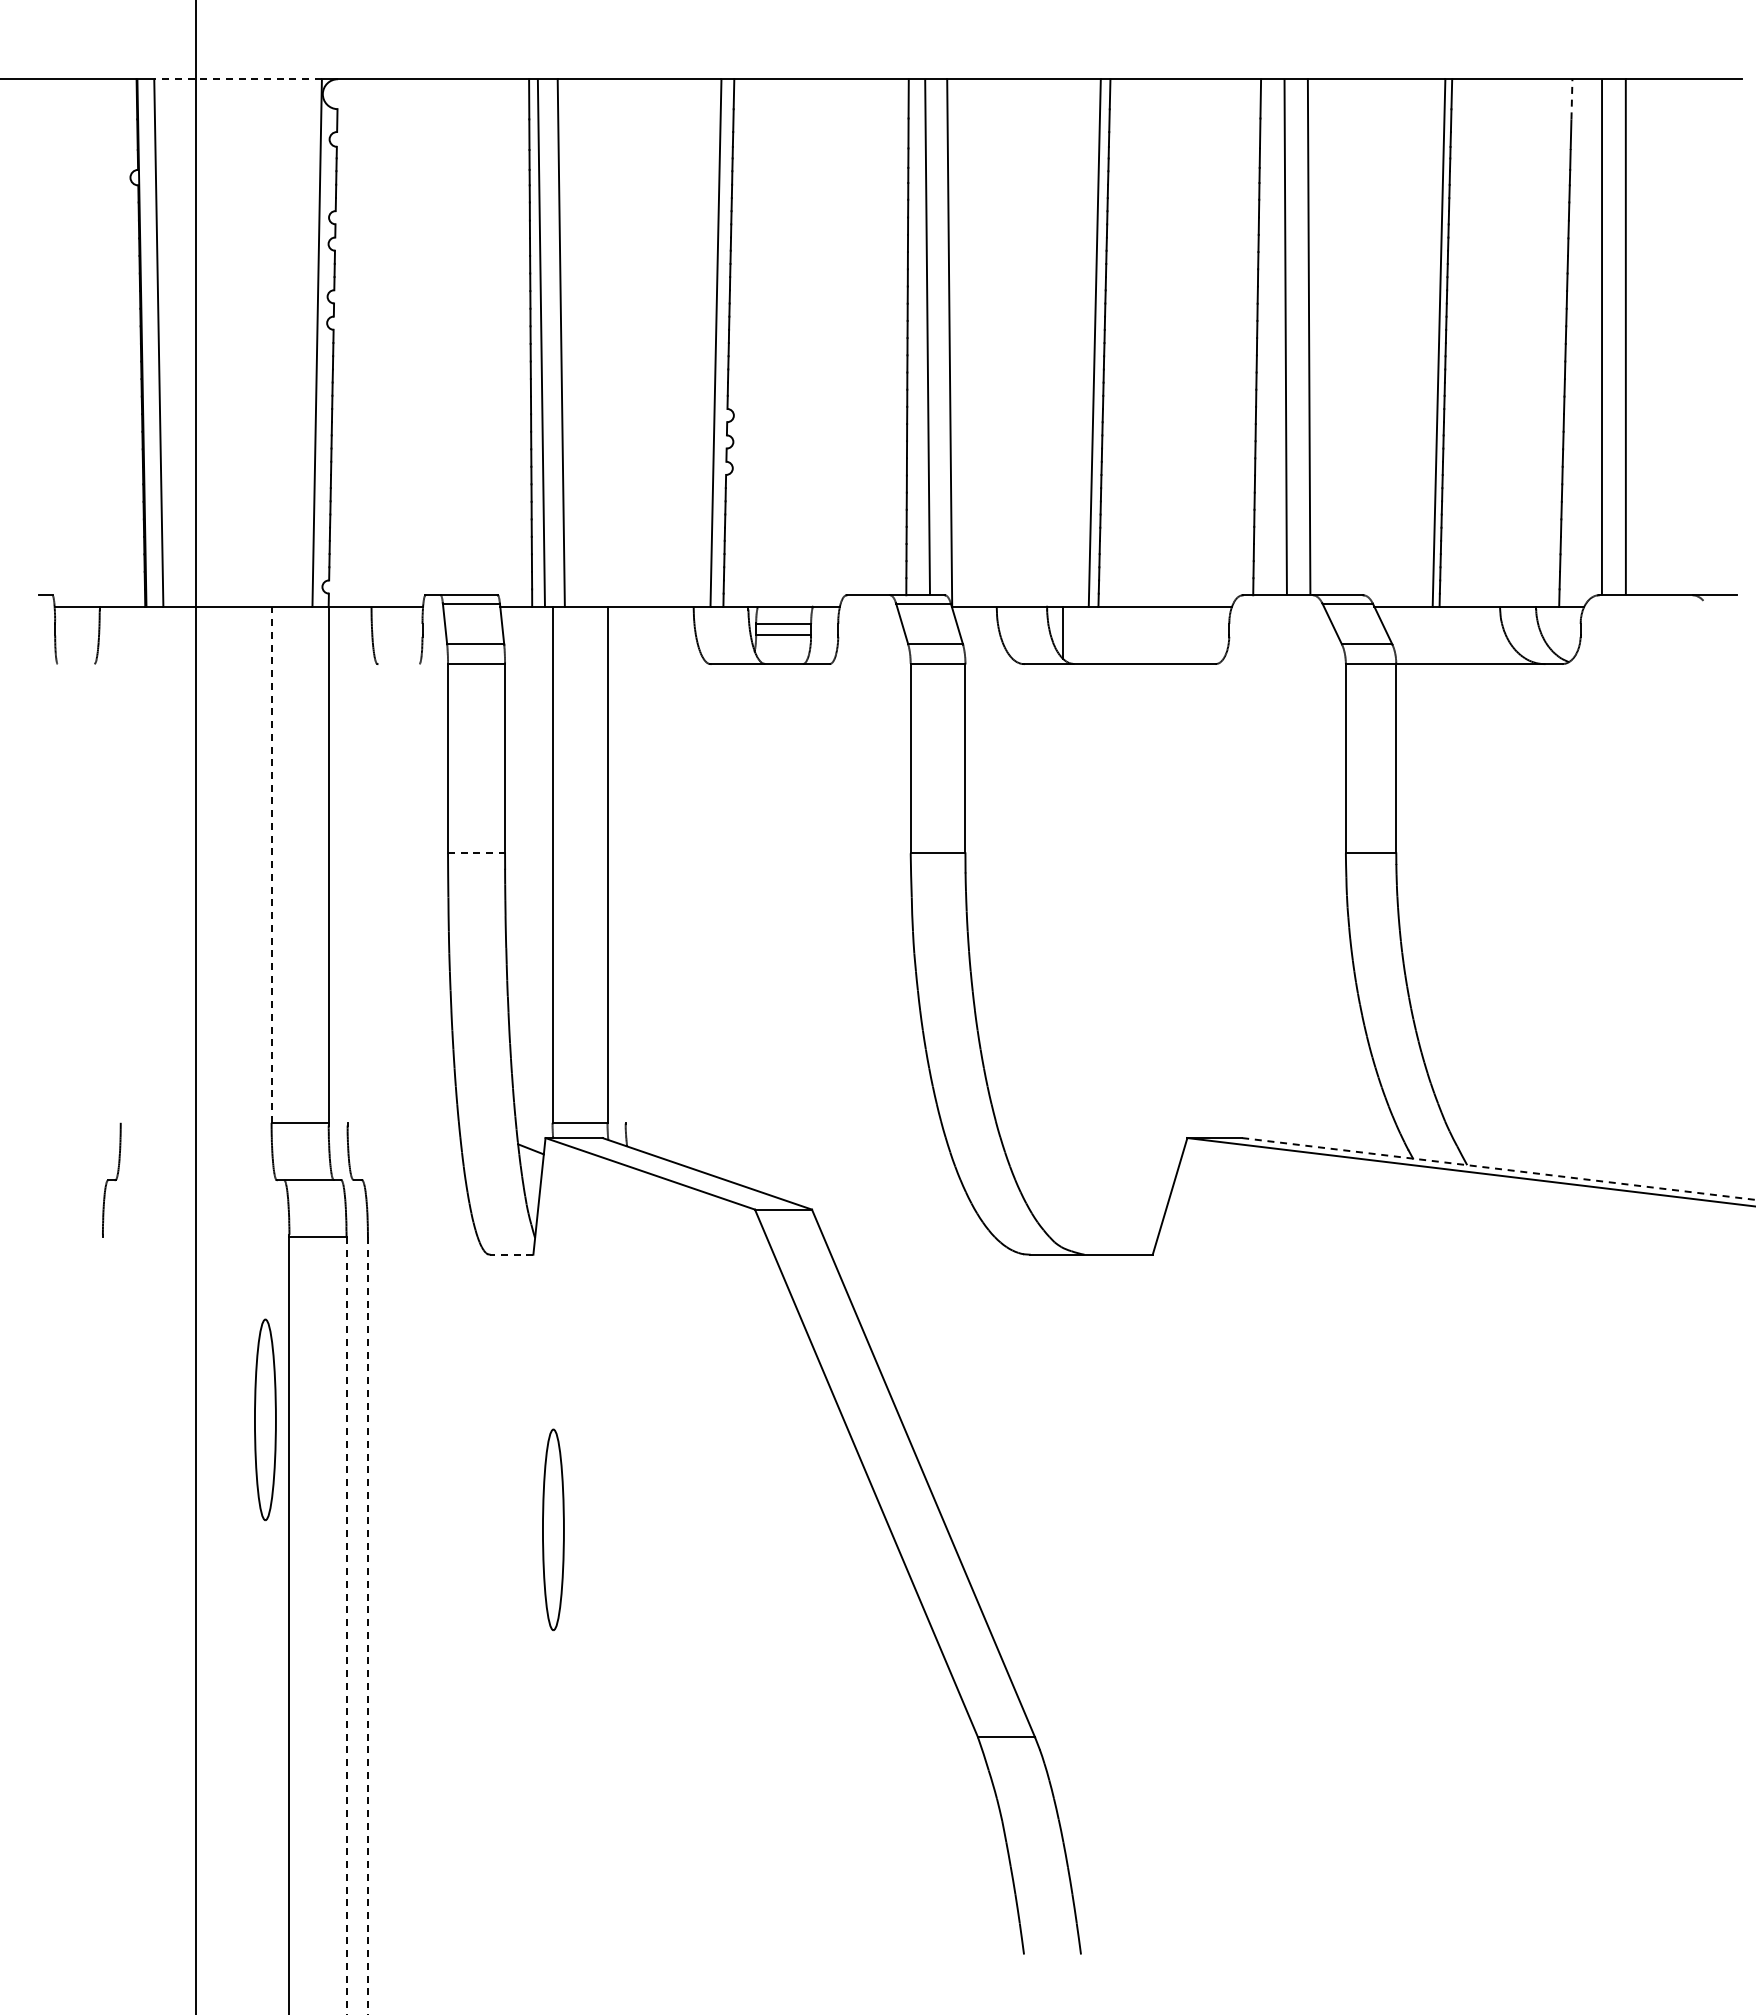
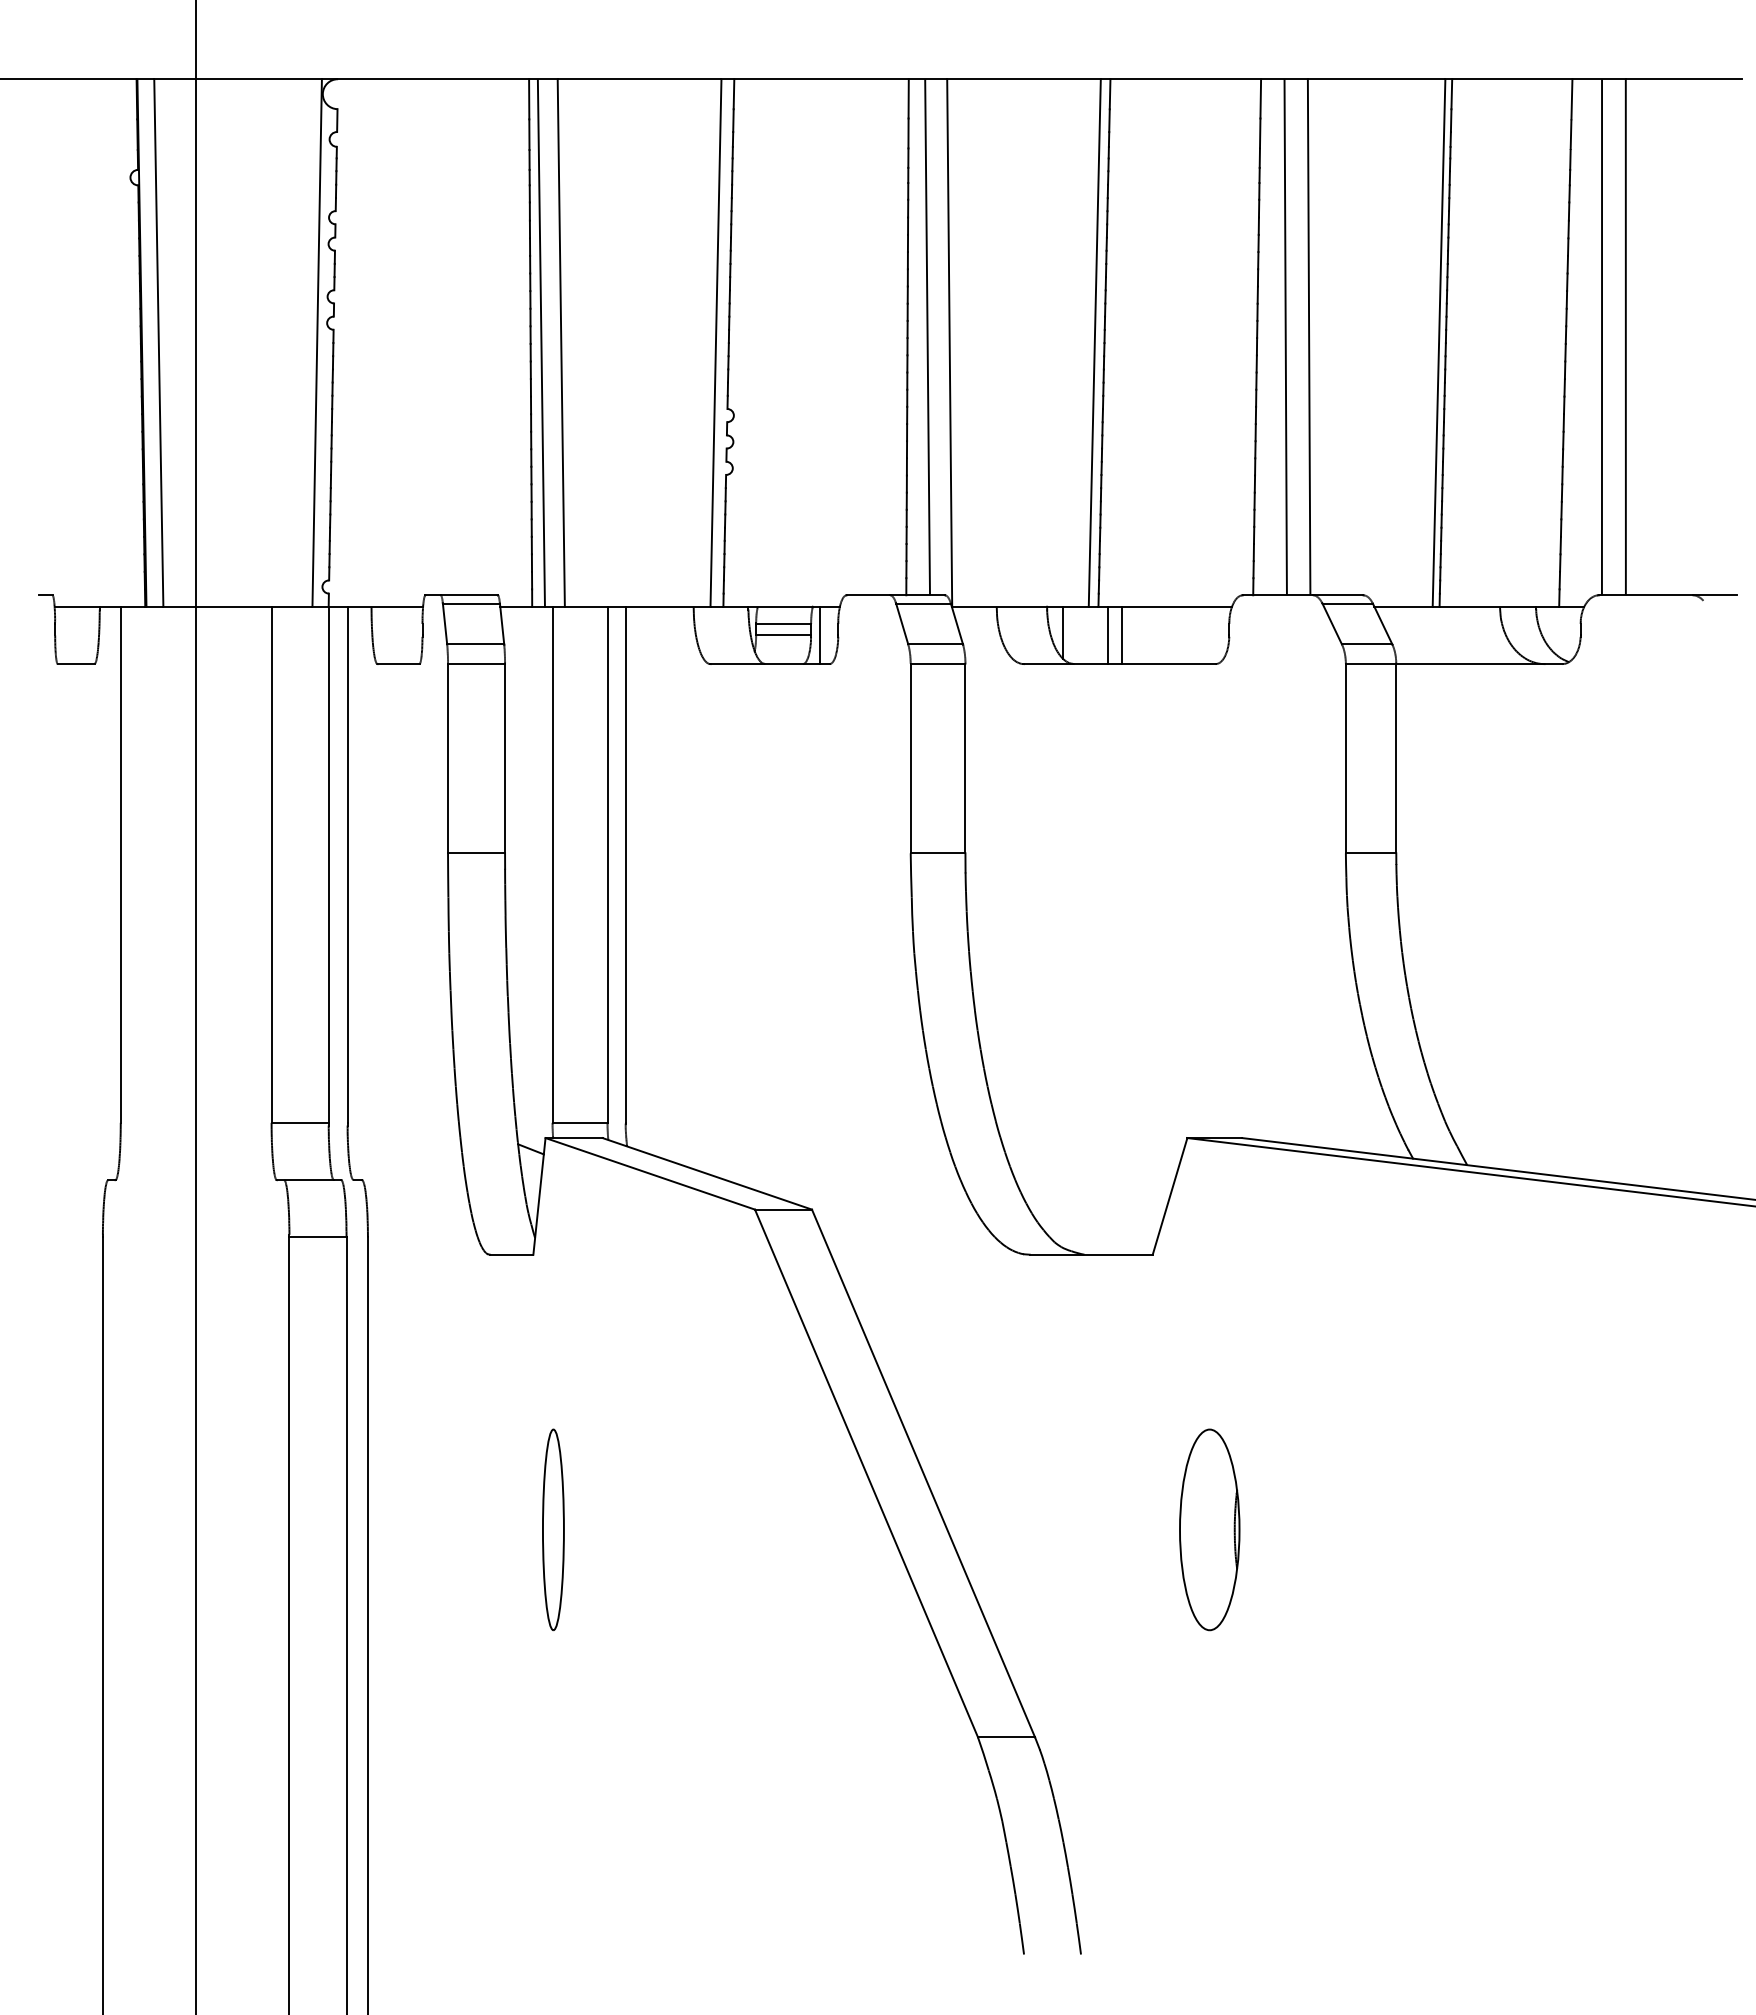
line at (238, 79): dashed -> solid
line at (1571, 98): dashed -> solid
line at (819, 635): none -> present
line at (1107, 635): none -> present
line at (1122, 635): none -> present
line at (75, 664): none -> present
line at (398, 664): none -> present
line at (476, 853): dashed -> solid
line at (120, 864): none -> present
line at (271, 864): dashed -> solid
line at (347, 864): none -> present
line at (625, 864): none -> present
line at (1499, 1169): dashed -> solid
line at (511, 1254): dashed -> solid
part at (265, 1419): present -> none
part at (1209, 1529): none -> present
line at (102, 1624): none -> present
line at (346, 1625): dashed -> solid
line at (367, 1625): dashed -> solid
